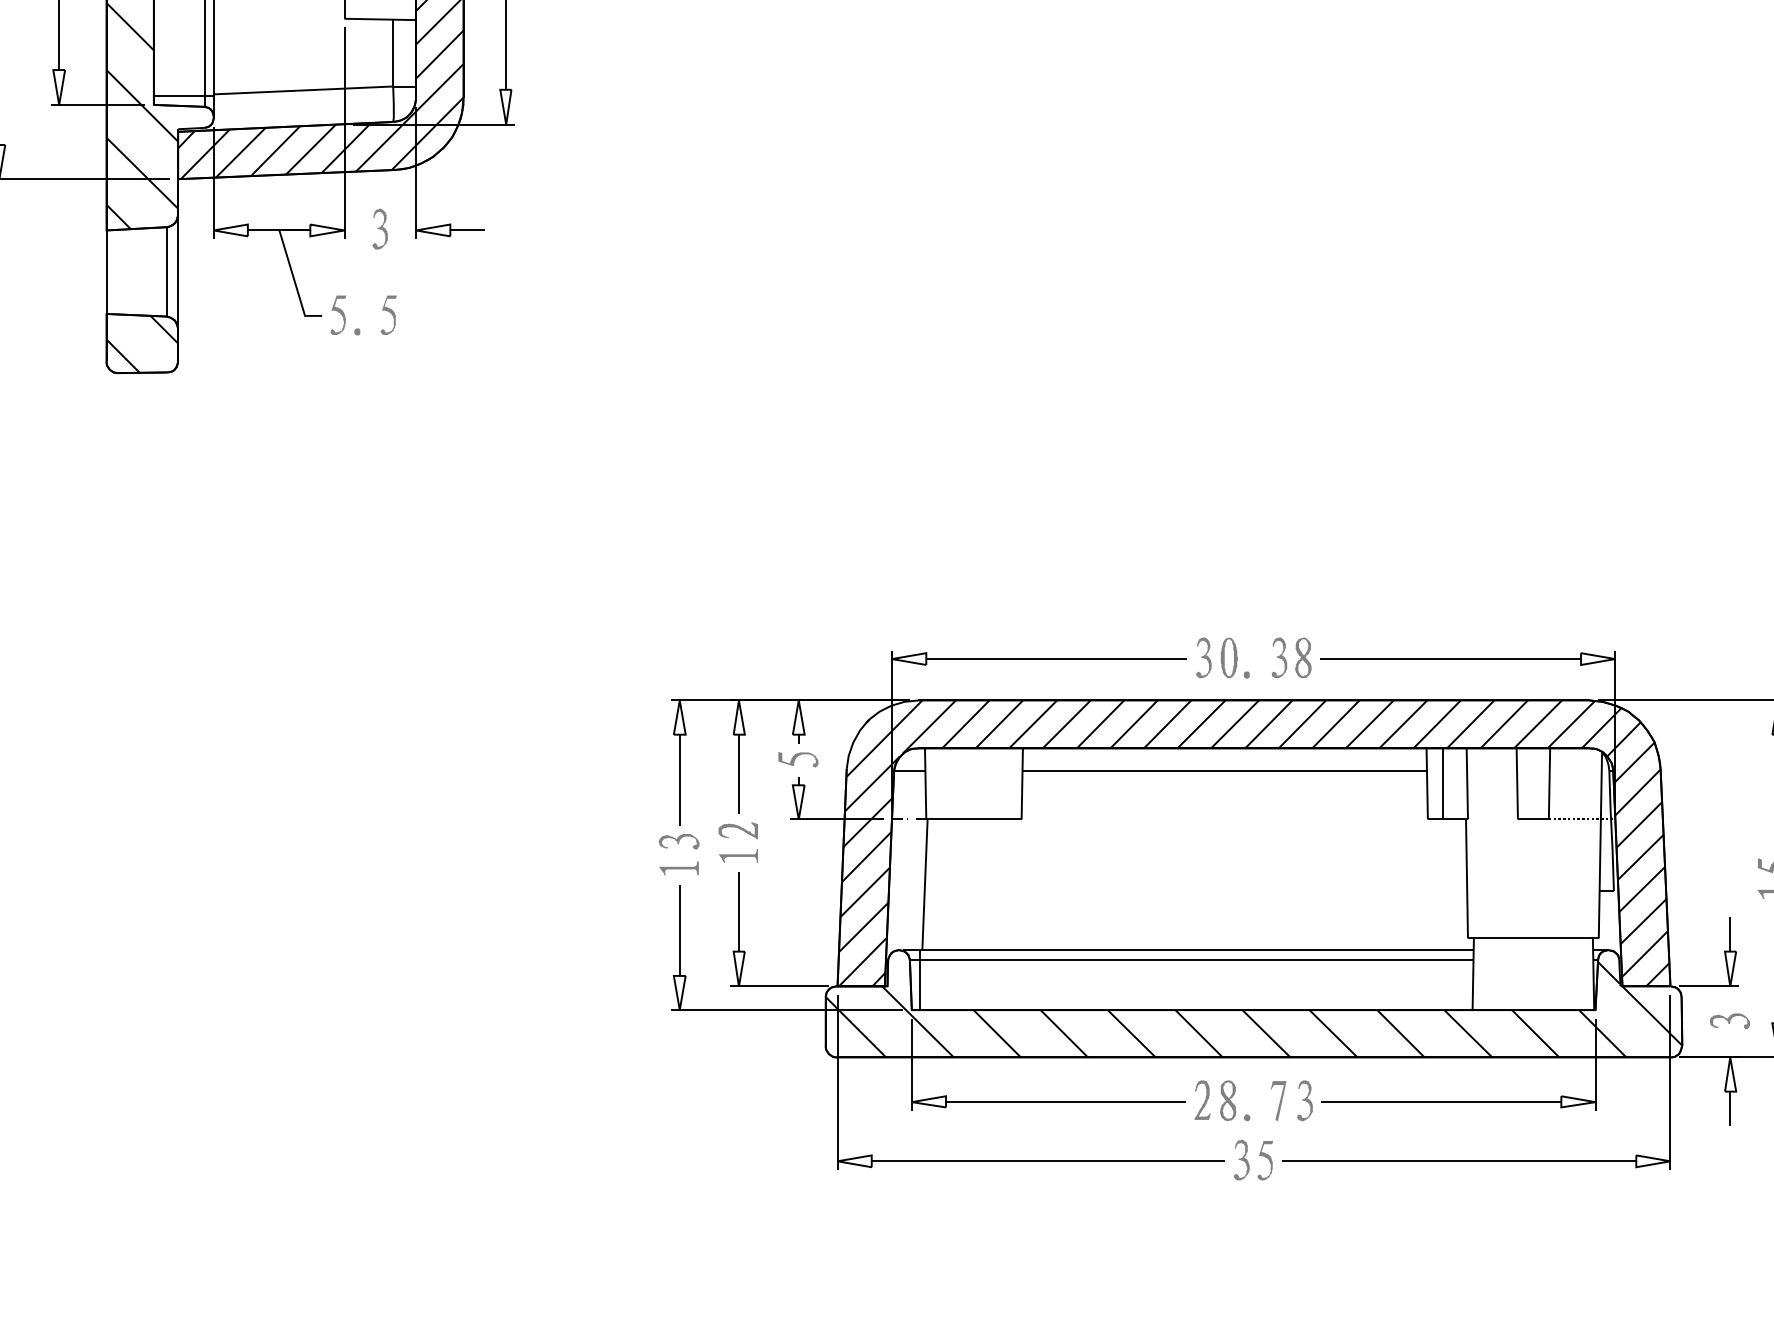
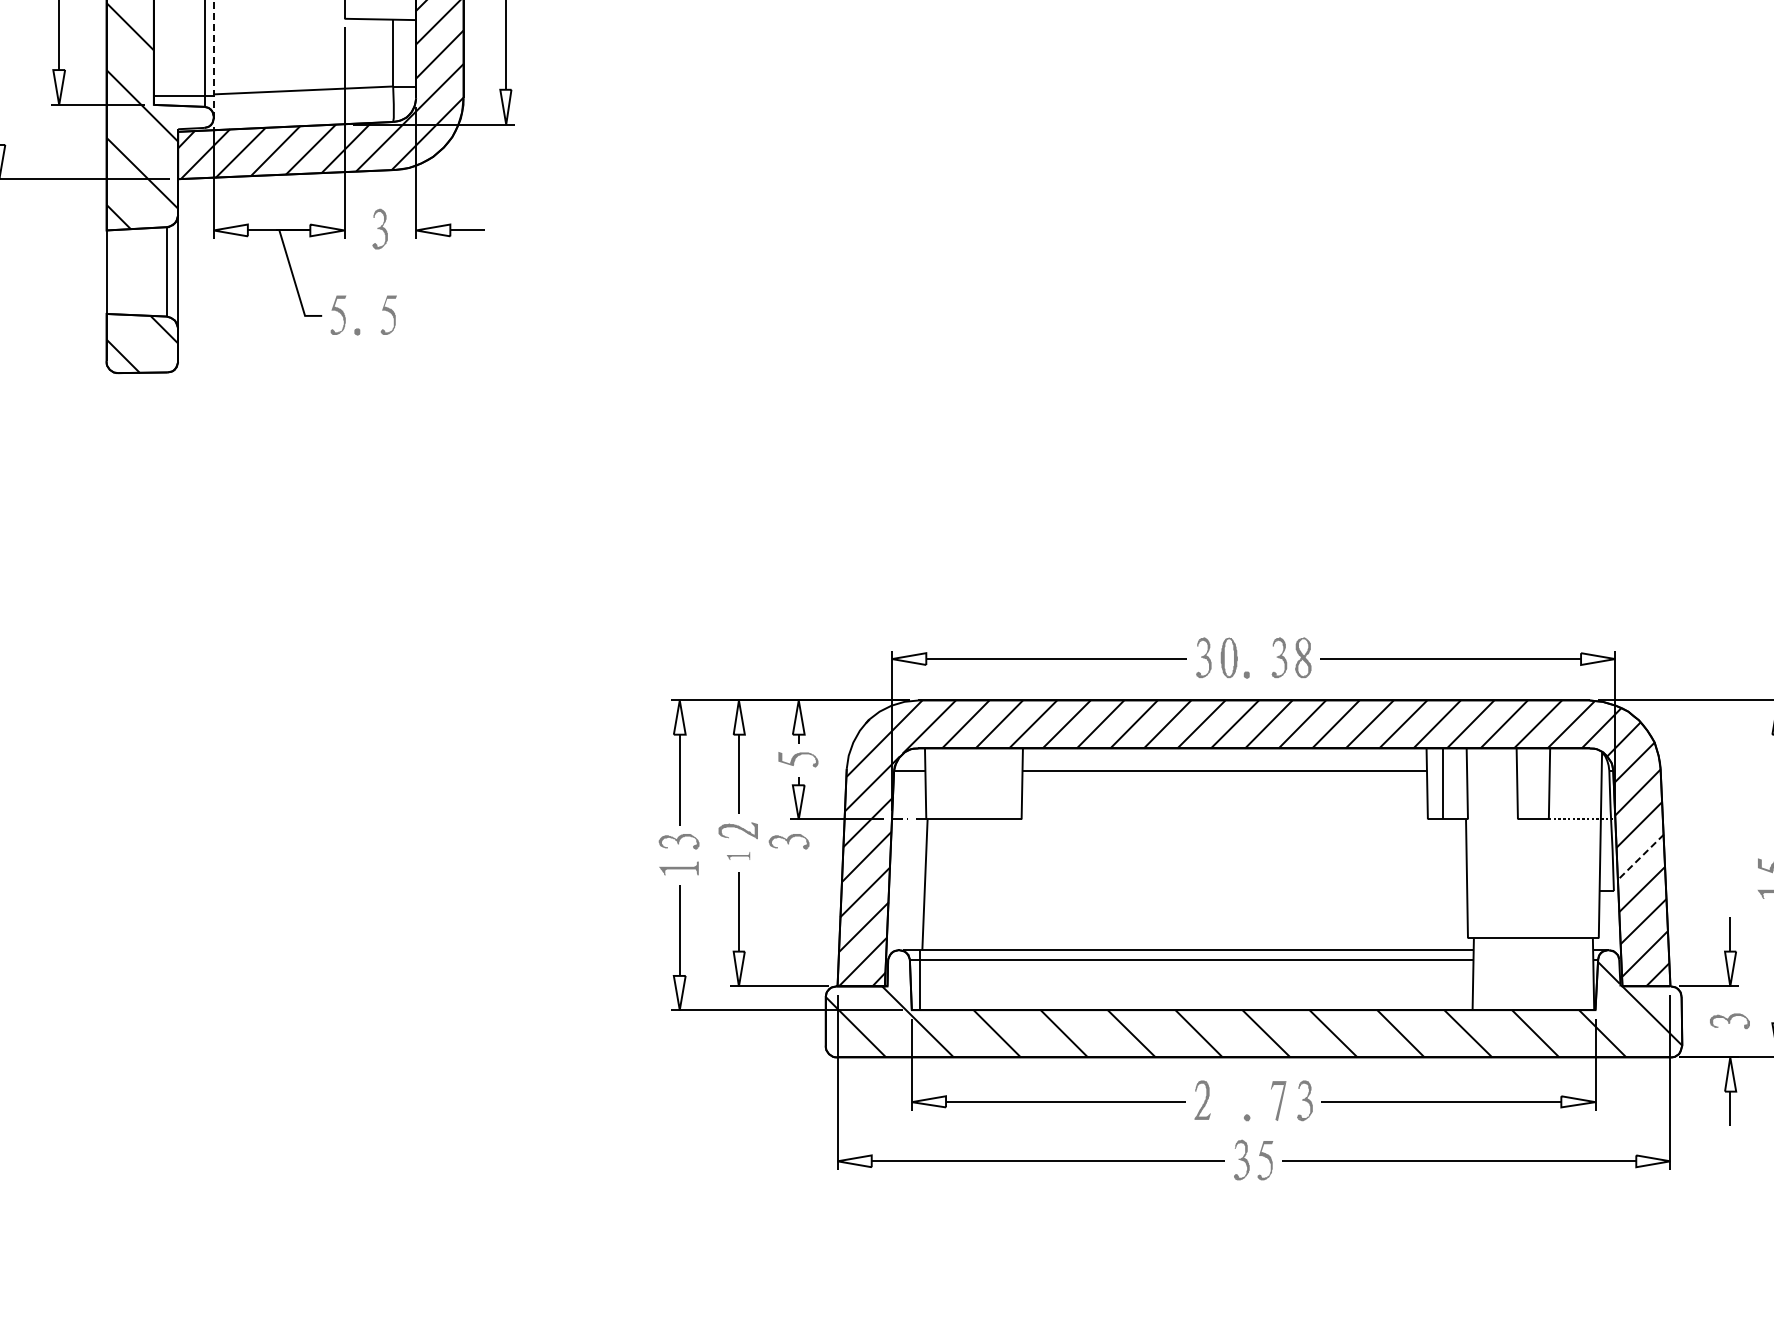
line at (213, 59): solid -> dashed
part at (788, 841): none -> present
part at (738, 855) size: 39x14 px -> 23x8 px
line at (1640, 857): solid -> dashed
part at (1228, 1100): present -> none
